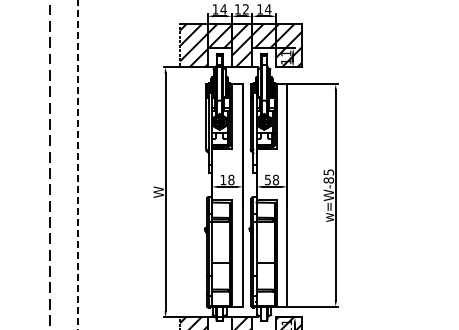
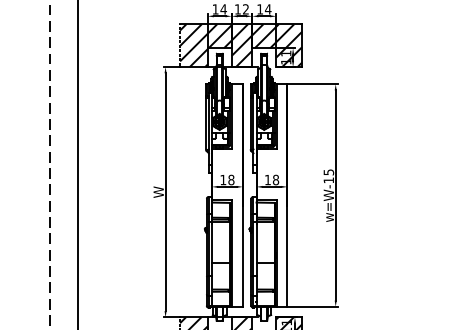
line at (77, 165): dashed -> solid
text at (267, 179): 58 -> 18
text at (328, 180): w=W-85 -> w=W-15
